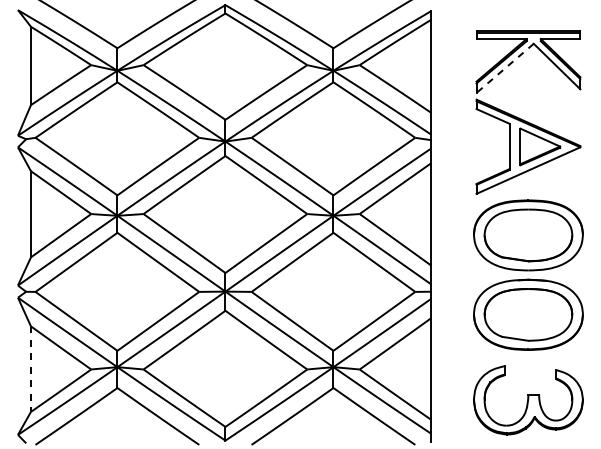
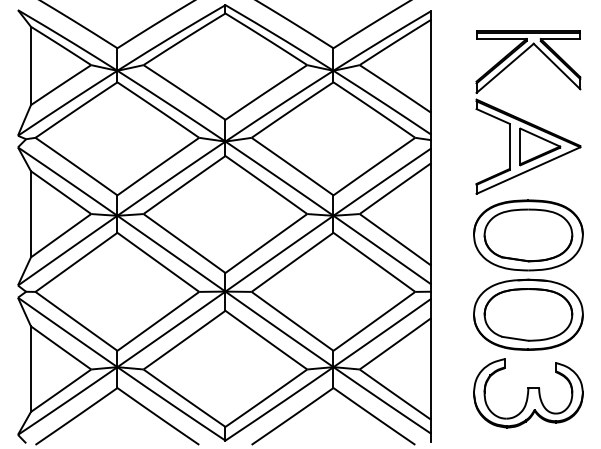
line at (505, 68): dashed -> solid
line at (30, 369): dashed -> solid
part at (528, 400) position: (528, 400) -> (528, 393)
